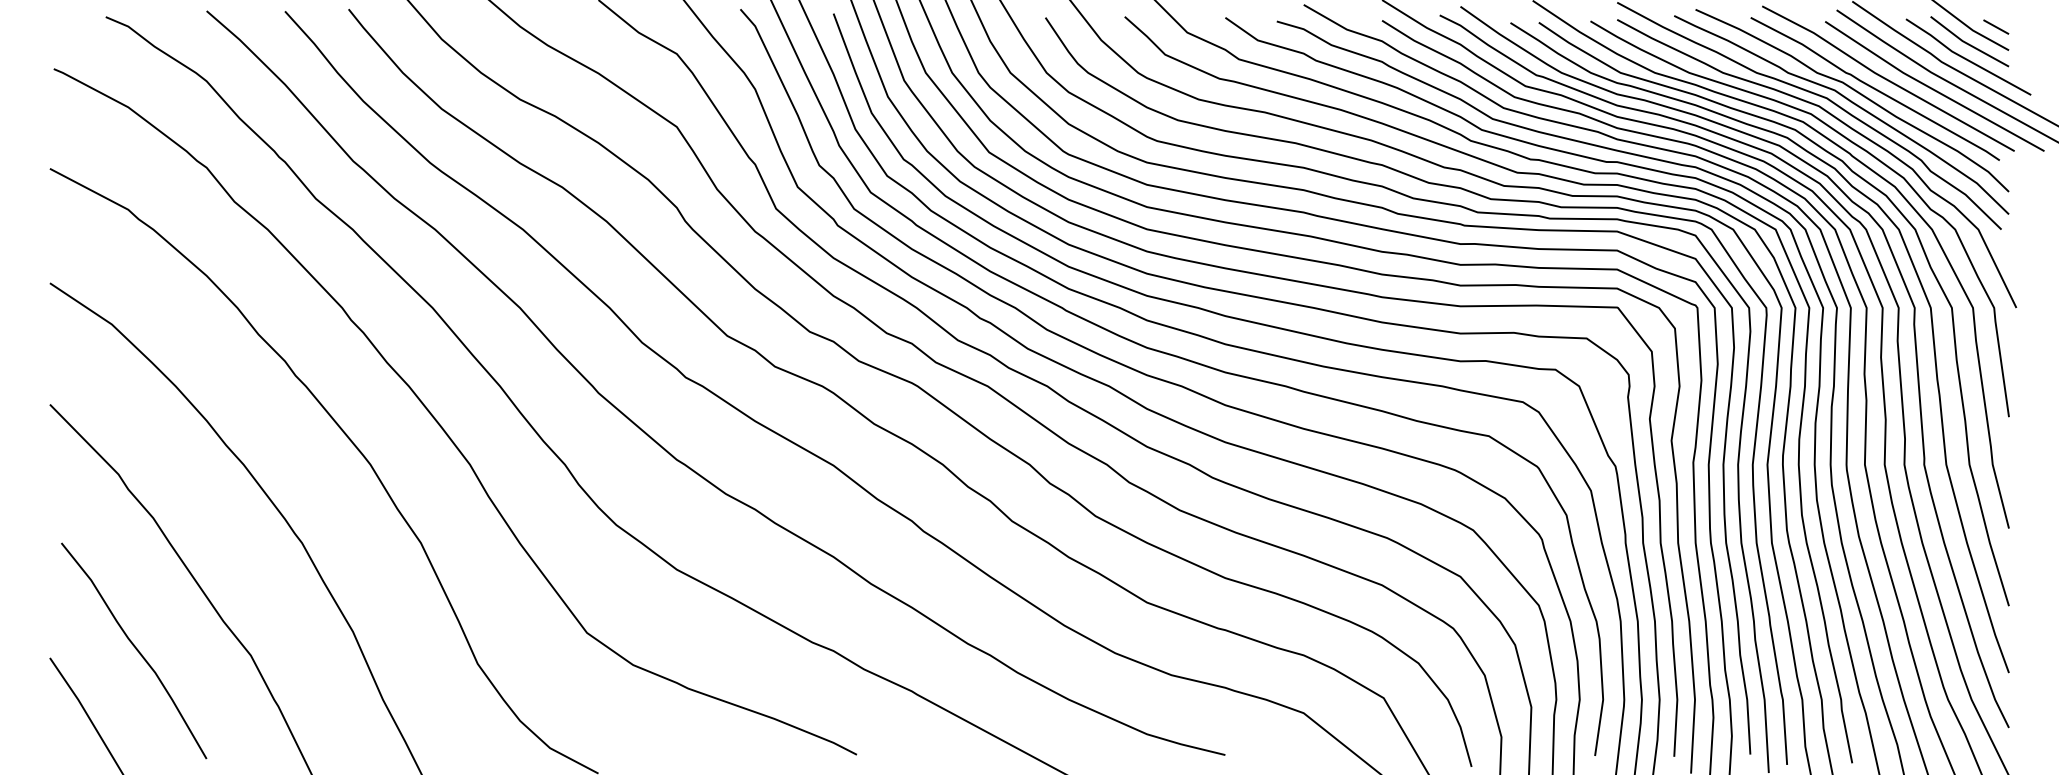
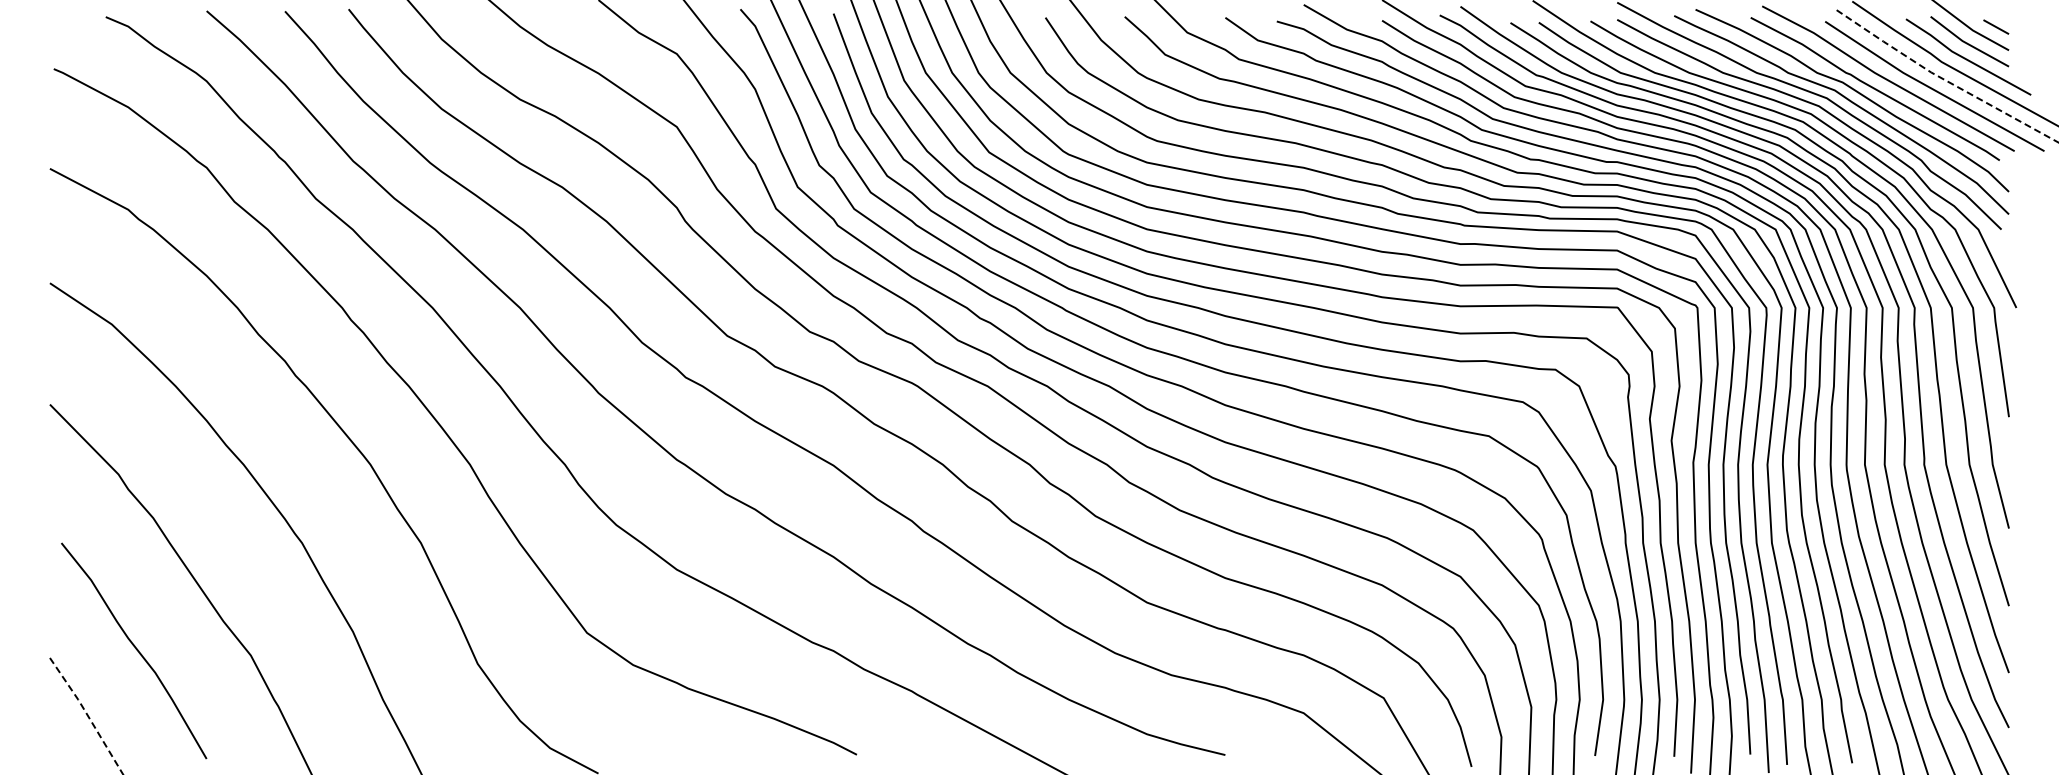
line at (1944, 79): solid -> dashed
line at (87, 715): solid -> dashed
